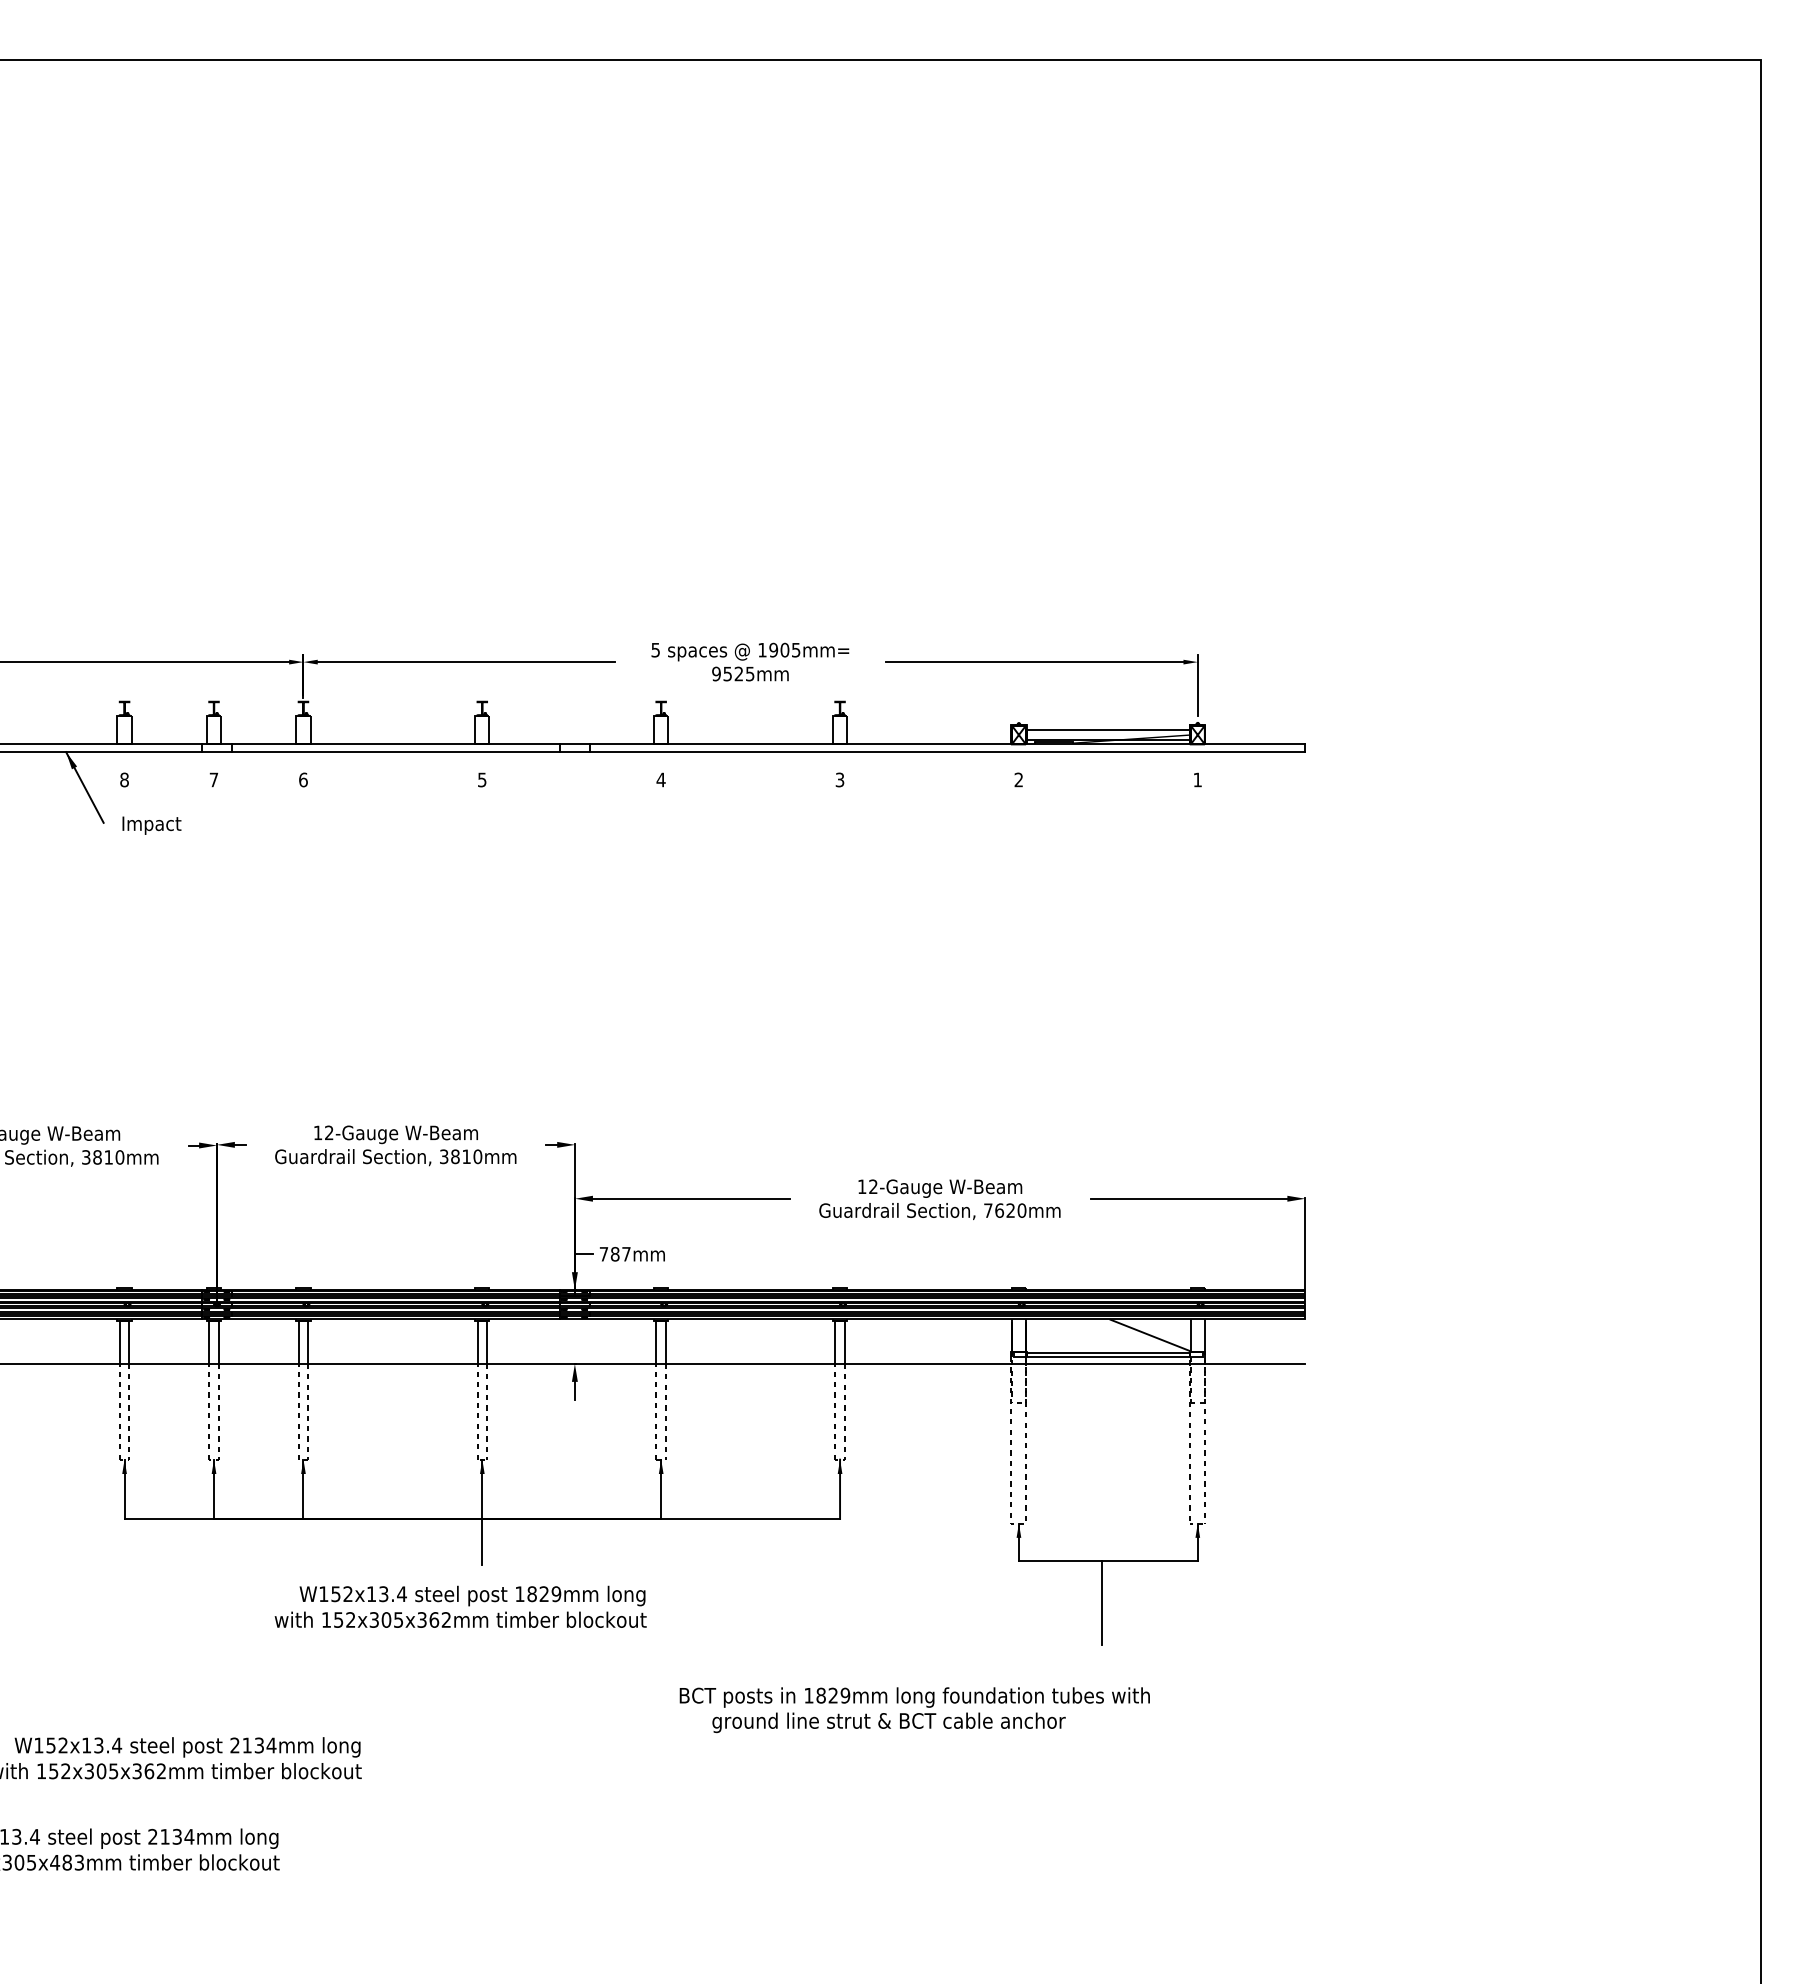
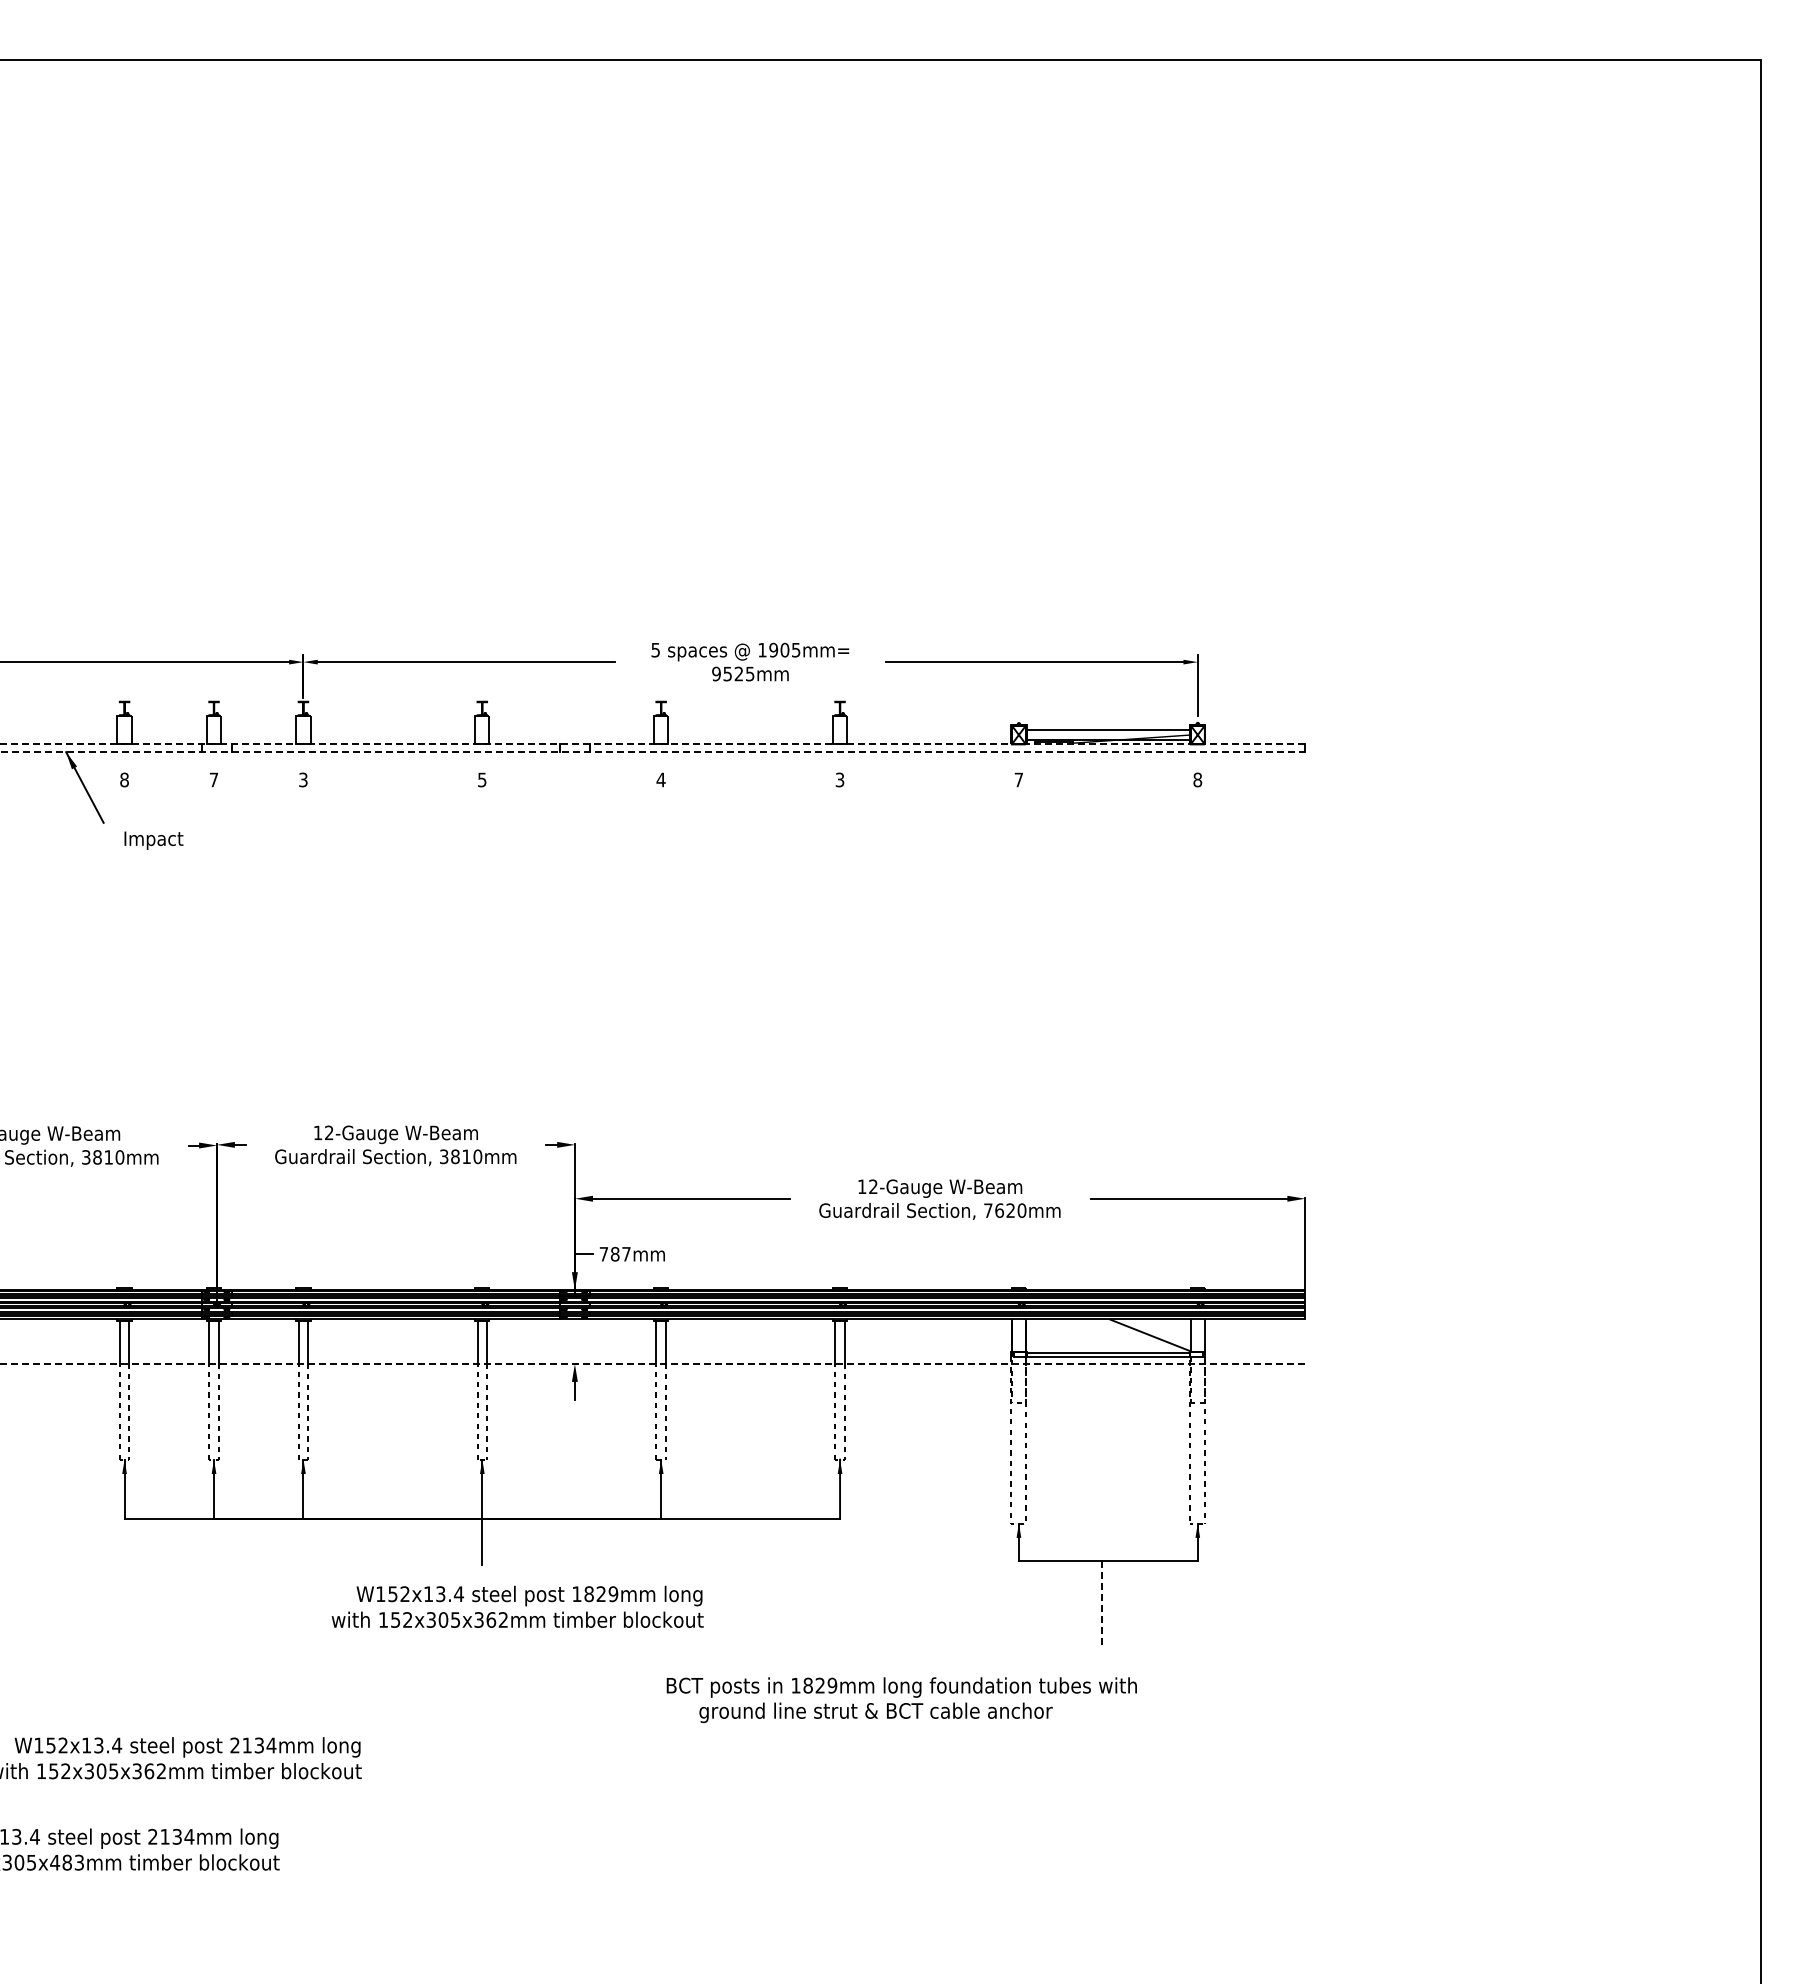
line at (653, 744): solid -> dashed
line at (653, 752): solid -> dashed
text at (303, 779): 6 -> 3
text at (1018, 779): 2 -> 7
text at (1197, 779): 1 -> 8
text at (151, 825) position: (151, 825) -> (153, 840)
line at (652, 1363): solid -> dashed
line at (1101, 1603): solid -> dashed
text at (460, 1606) position: (460, 1606) -> (517, 1606)
text at (914, 1710) position: (914, 1710) -> (901, 1700)
